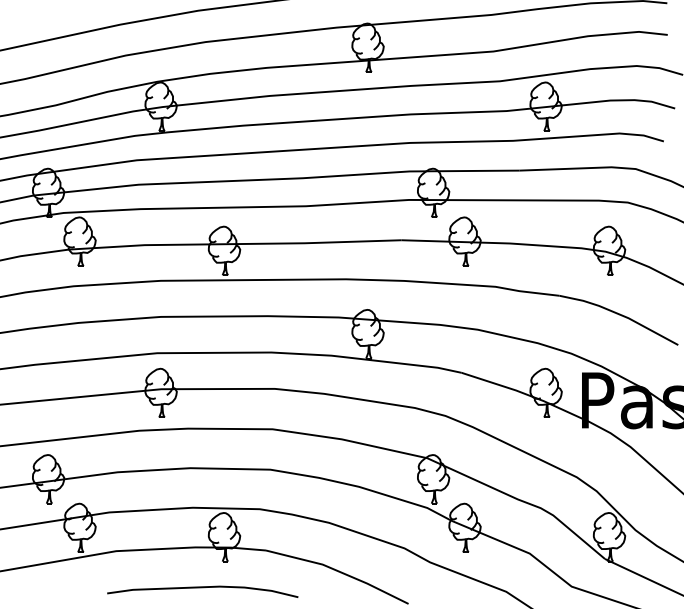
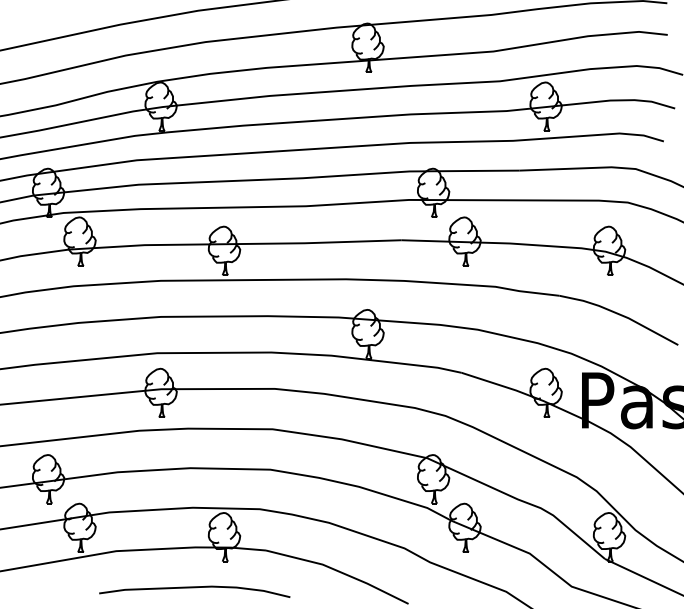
curve at (202, 588) position: (202, 588) -> (194, 588)
